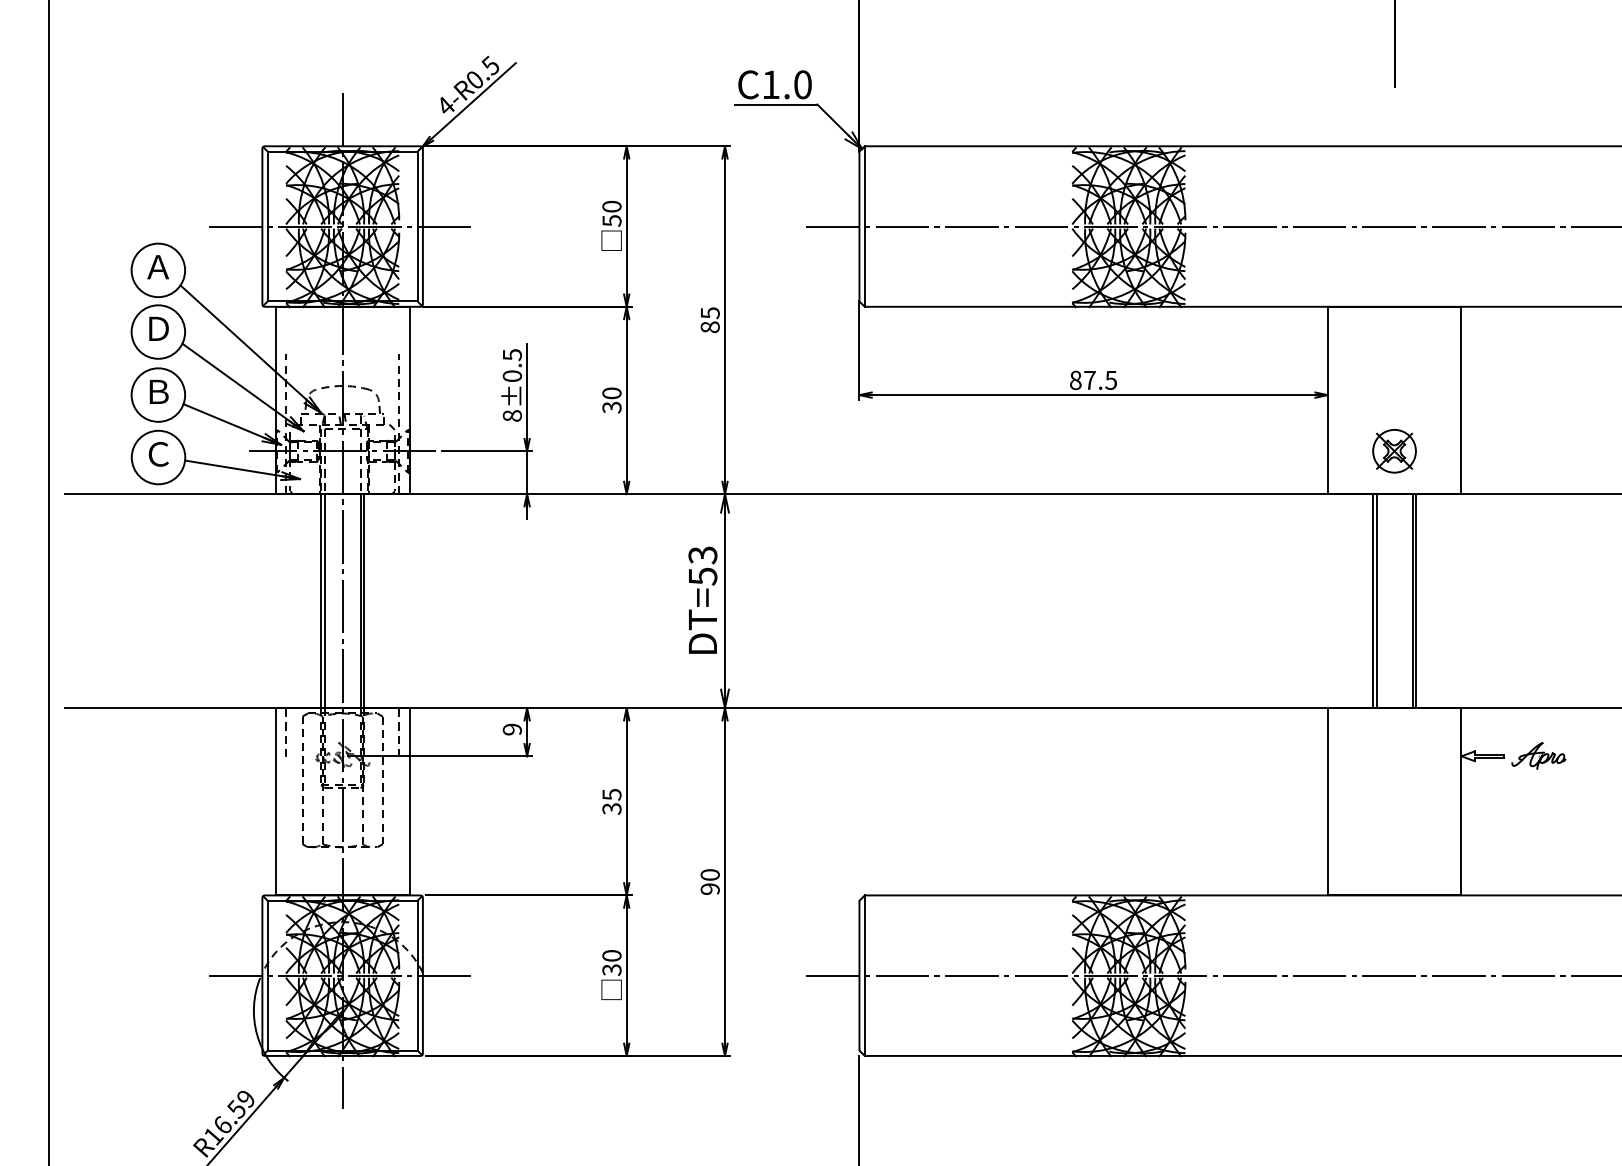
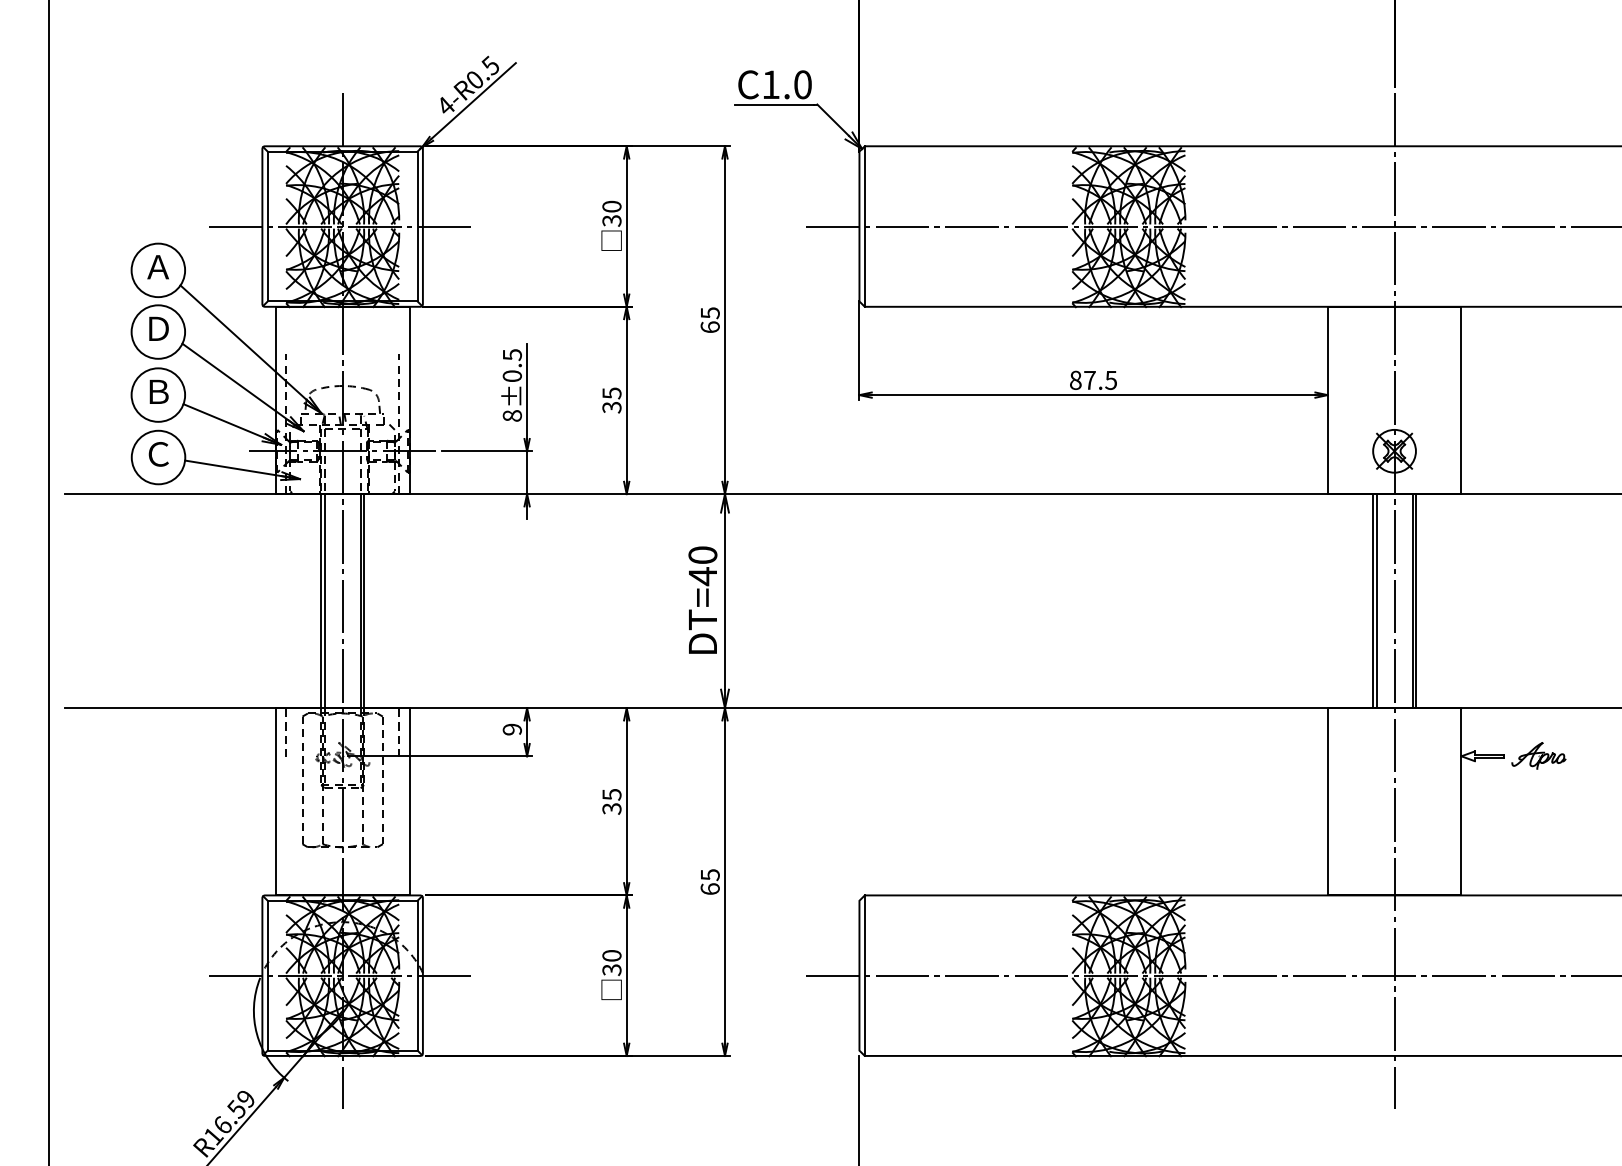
text at (611, 220): 50 -> 30
text at (709, 327): 85 -> 65
text at (611, 393): 30 -> 35
text at (702, 566): DT=53 -> DT=40
line at (1394, 600): none -> present
text at (709, 882): 90 -> 65
